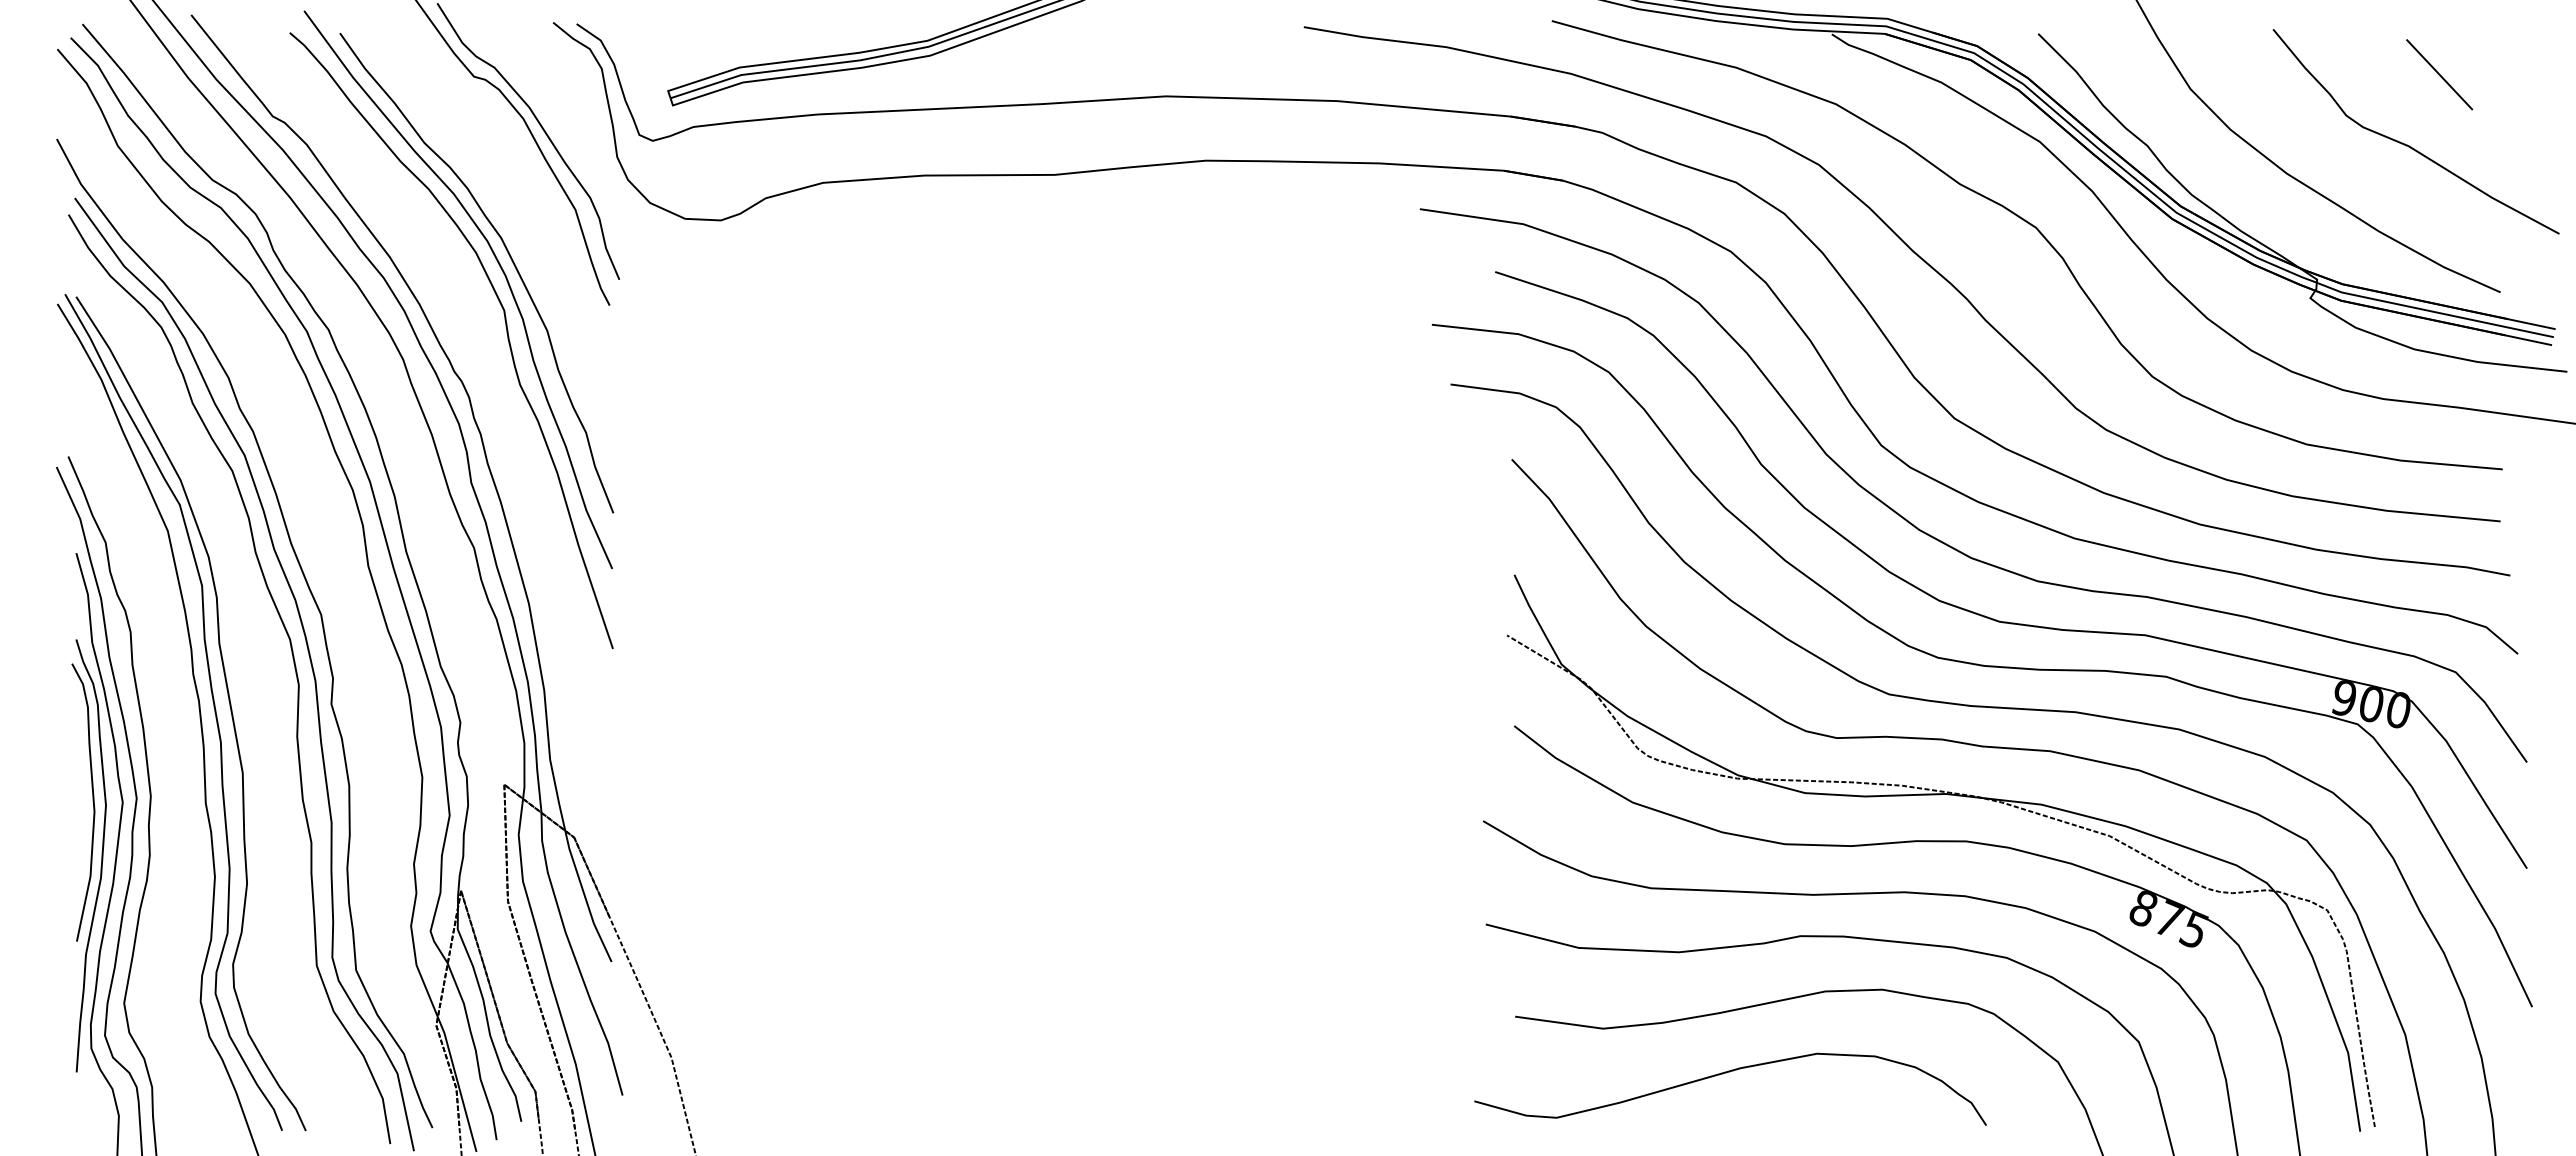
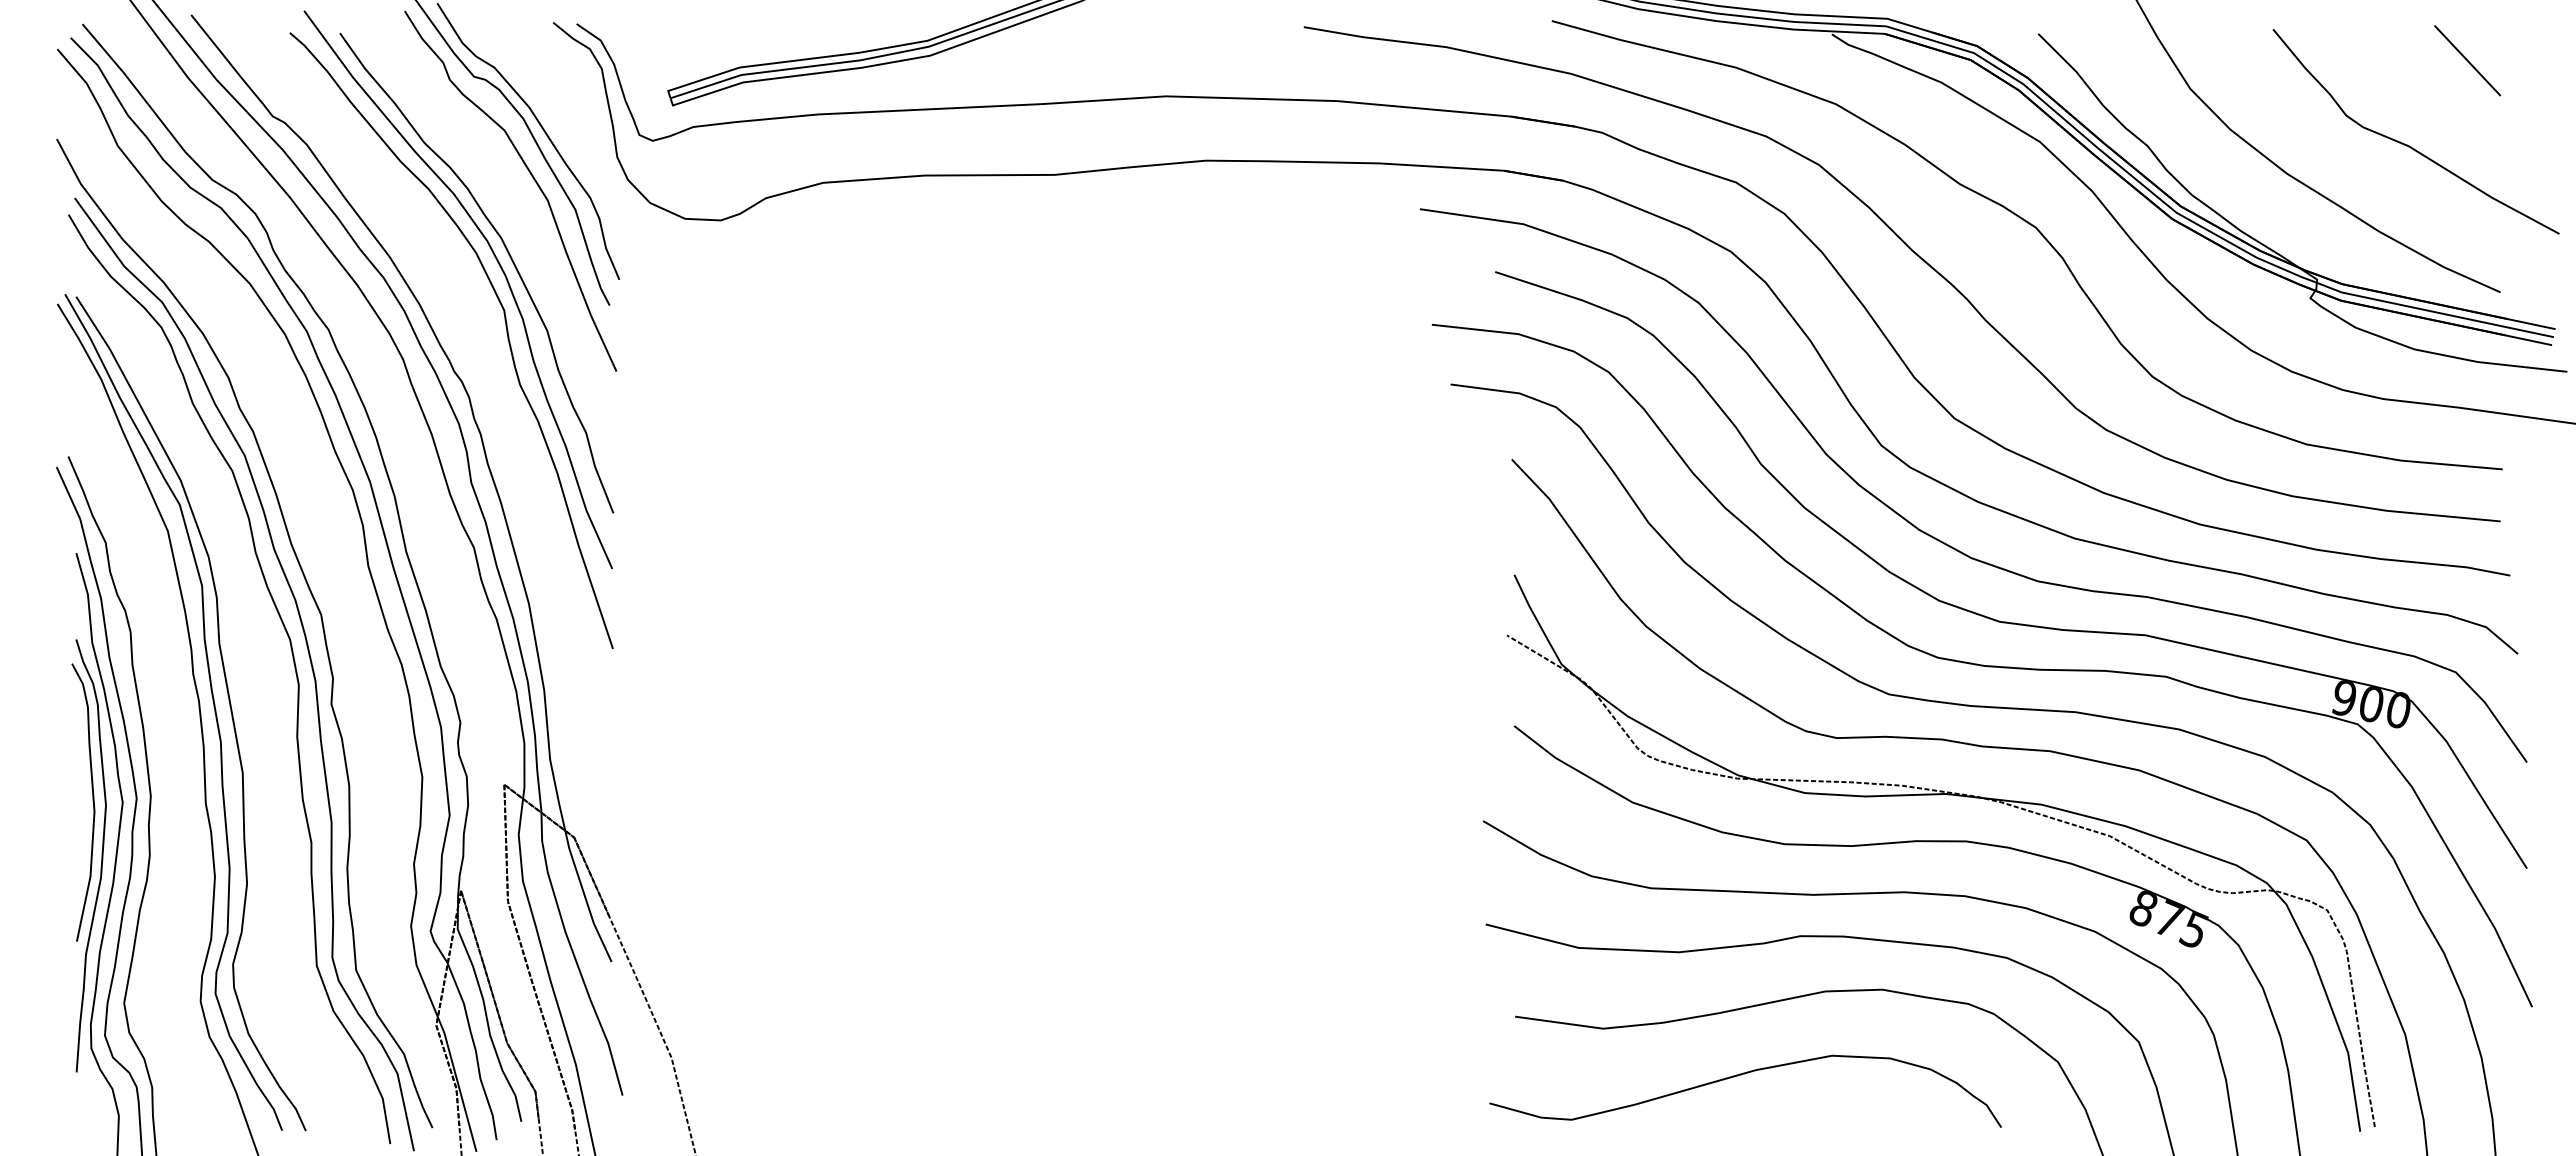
line at (2439, 74) position: (2439, 74) -> (2467, 60)
part at (531, 176): none -> present
curve at (1726, 1073) position: (1726, 1073) -> (1741, 1075)
